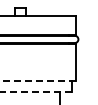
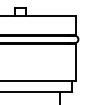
line at (38, 81): dashed -> solid
line at (35, 91): dashed -> solid
